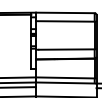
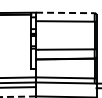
line at (65, 12): solid -> dashed
line at (18, 96): solid -> dashed
